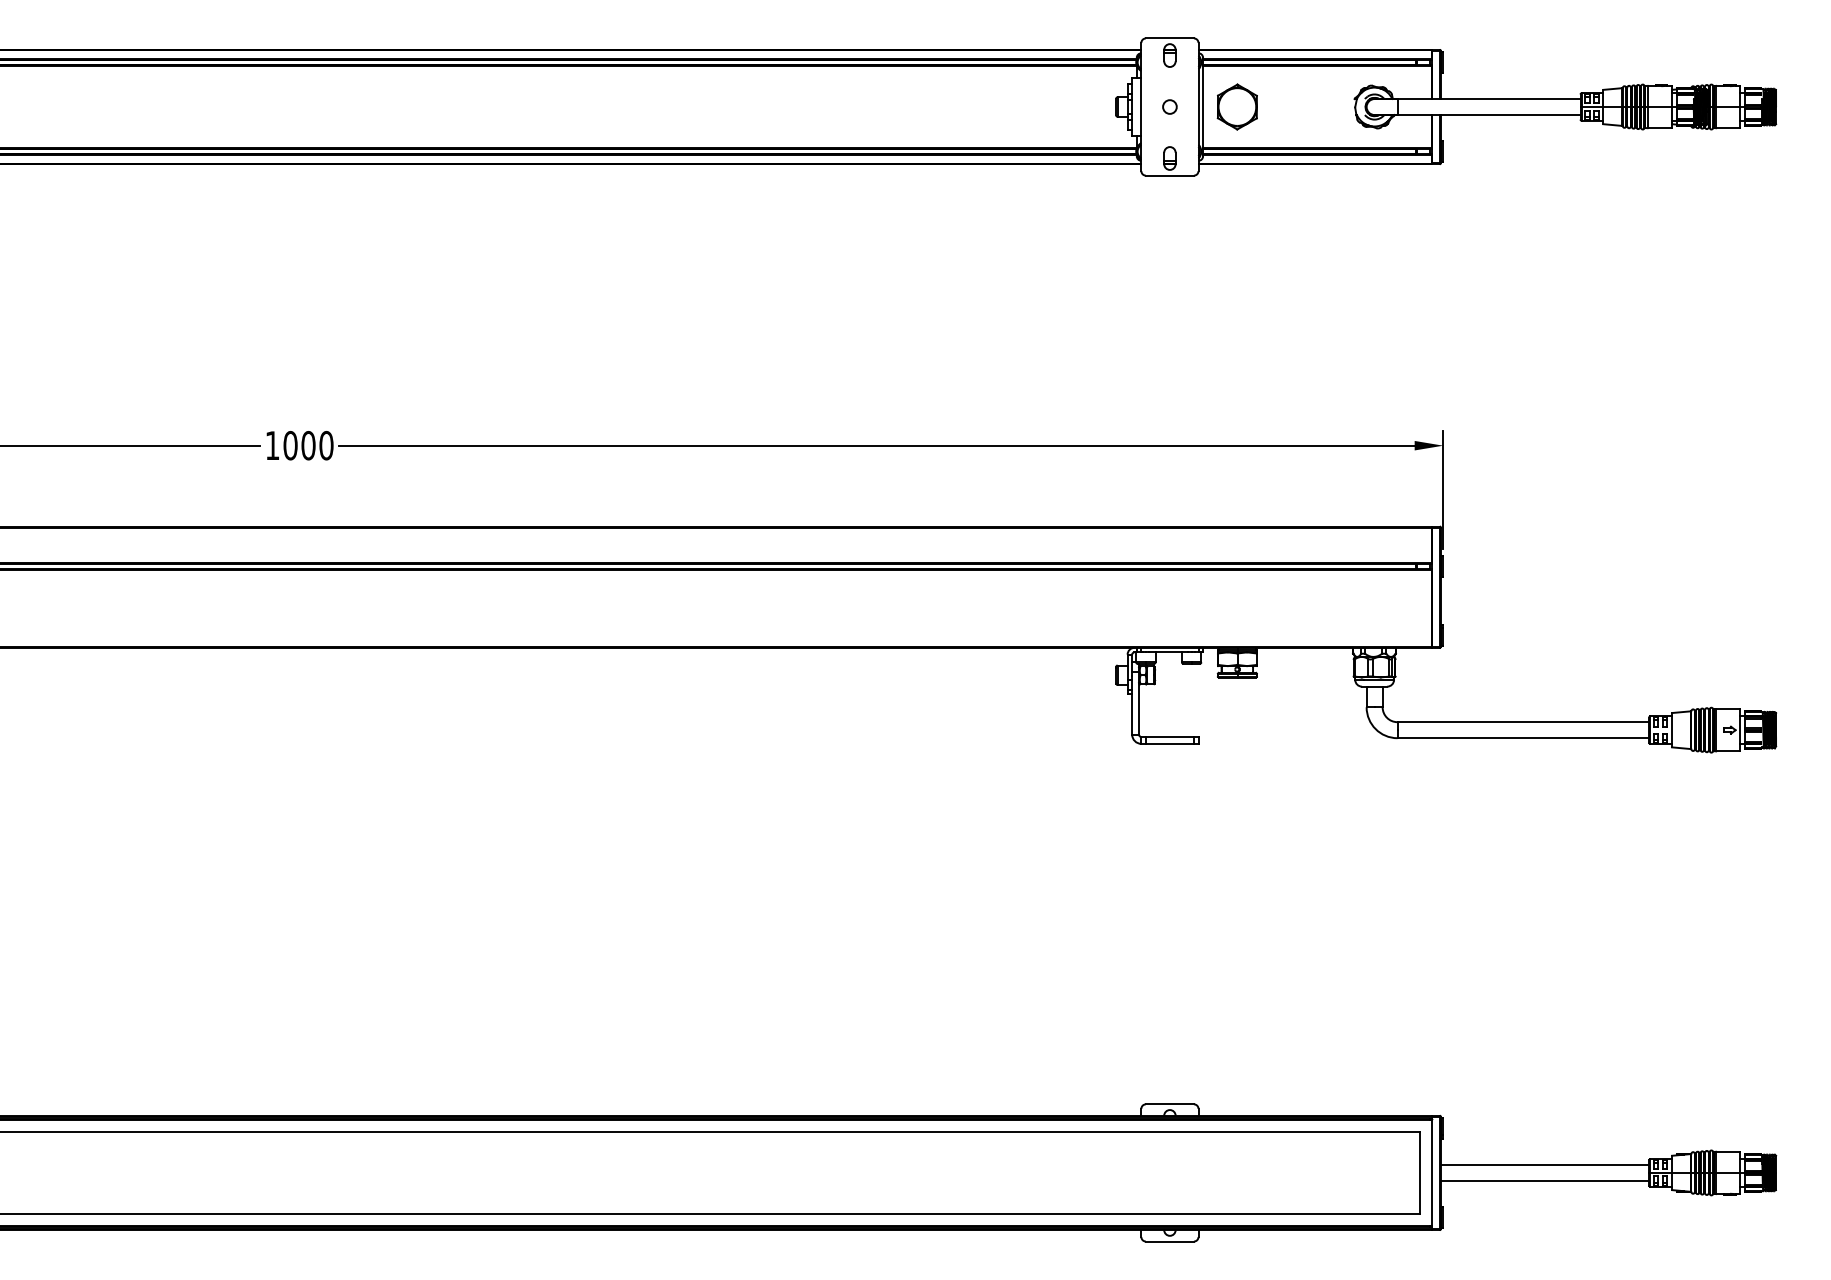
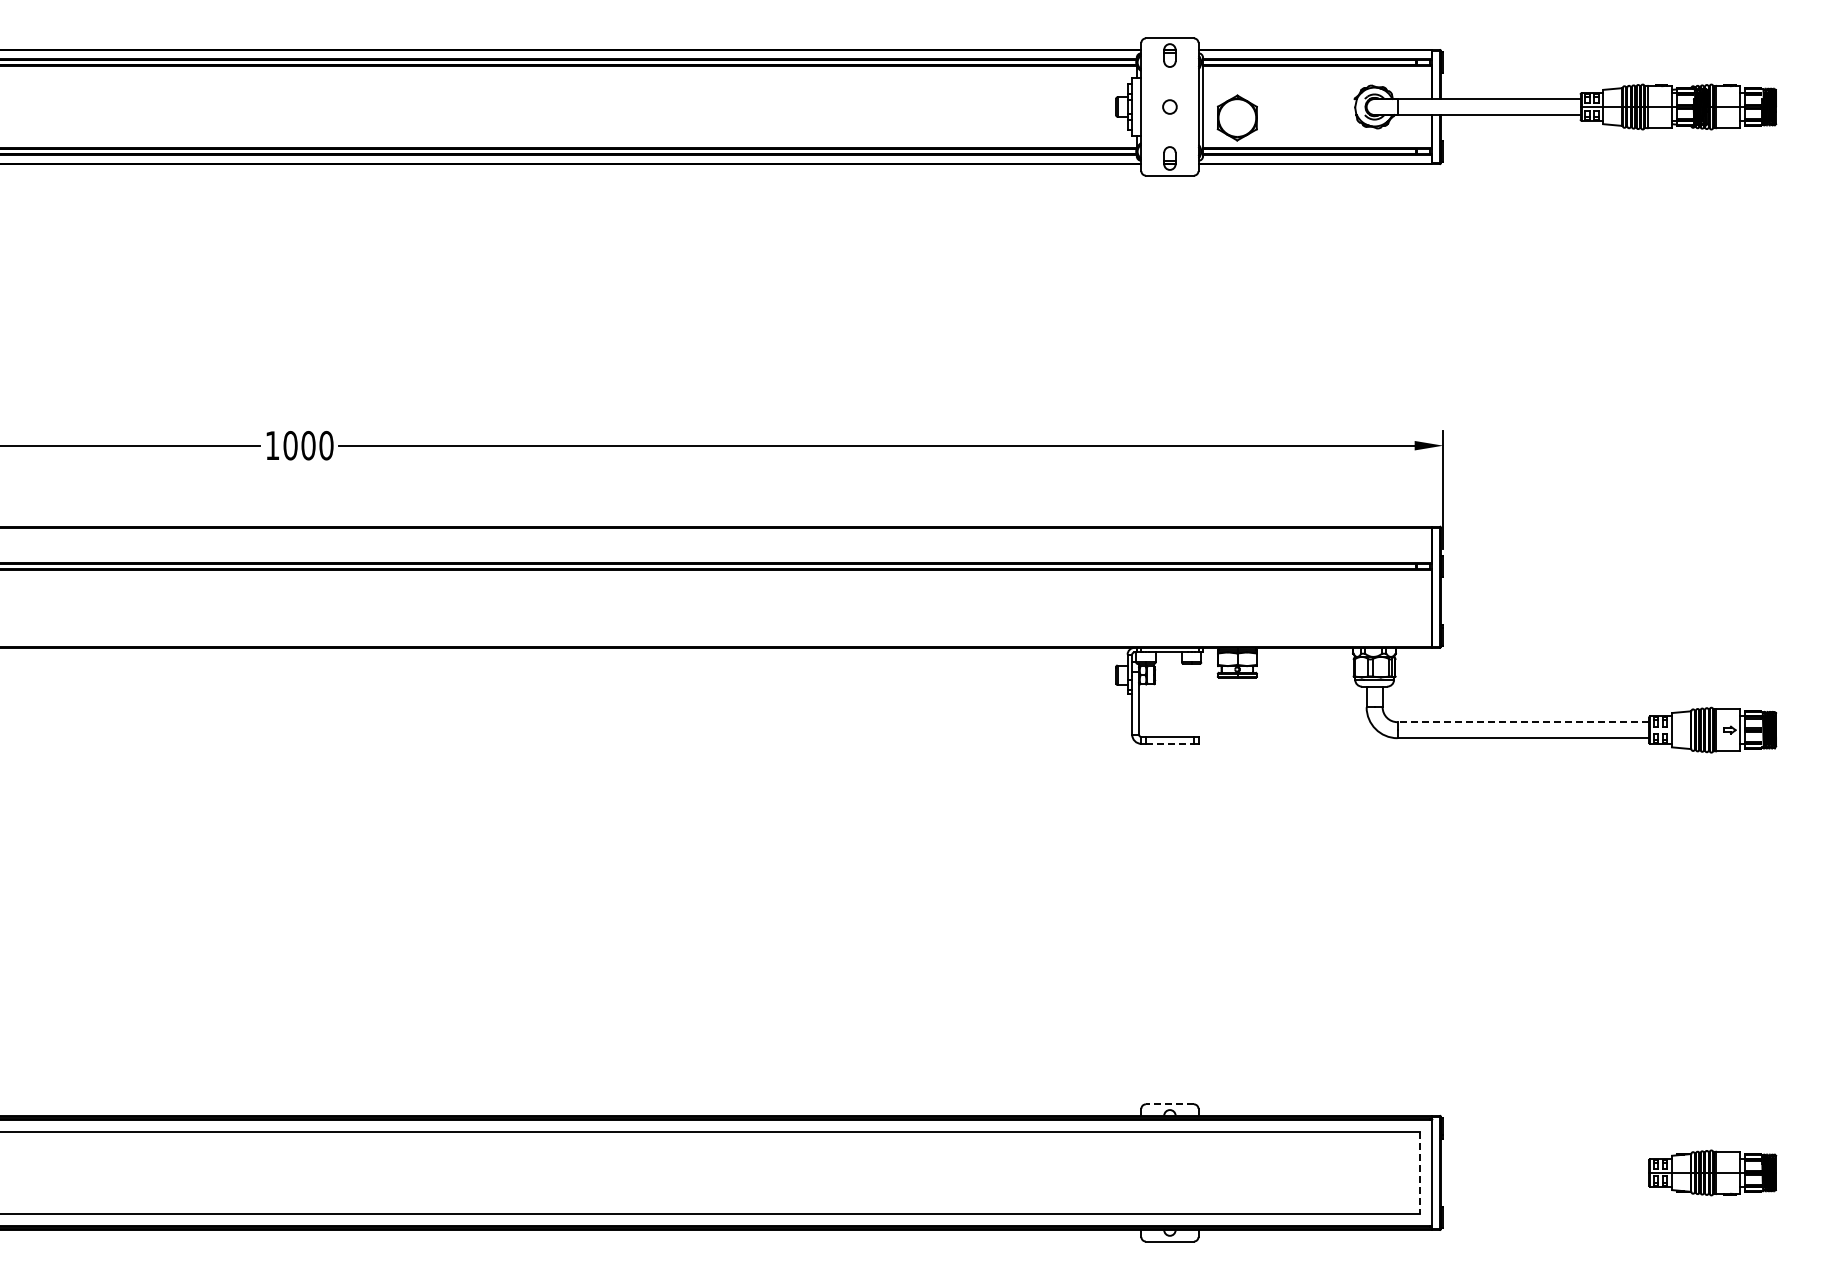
part at (1236, 106) position: (1236, 106) -> (1236, 117)
line at (1523, 722): solid -> dashed
line at (1170, 743): solid -> dashed
line at (1169, 1104): solid -> dashed
line at (1544, 1164): present -> none
line at (1420, 1173): solid -> dashed
line at (1544, 1180): present -> none
